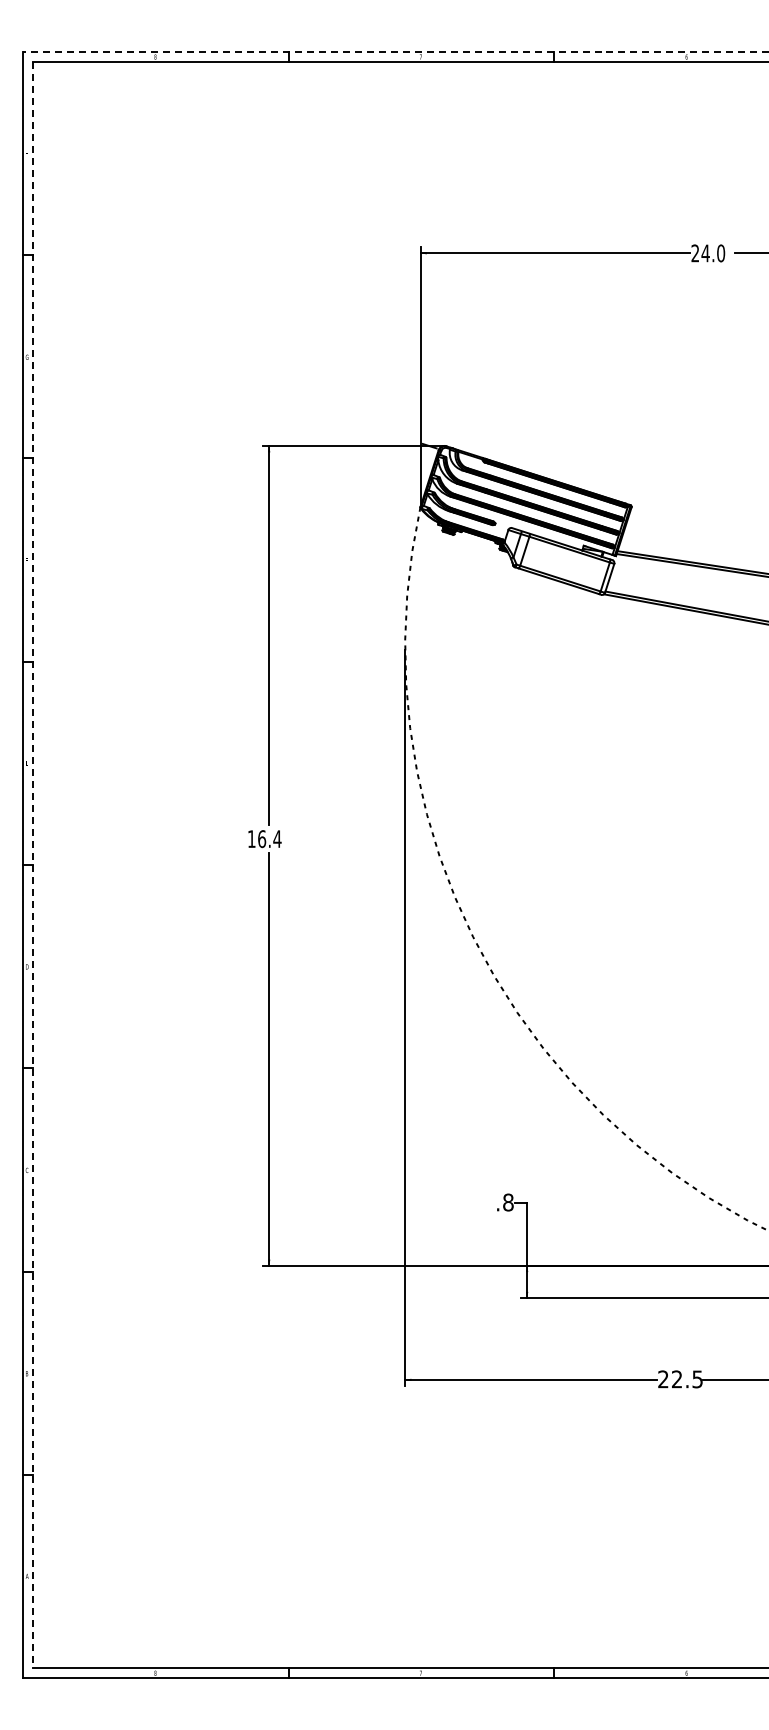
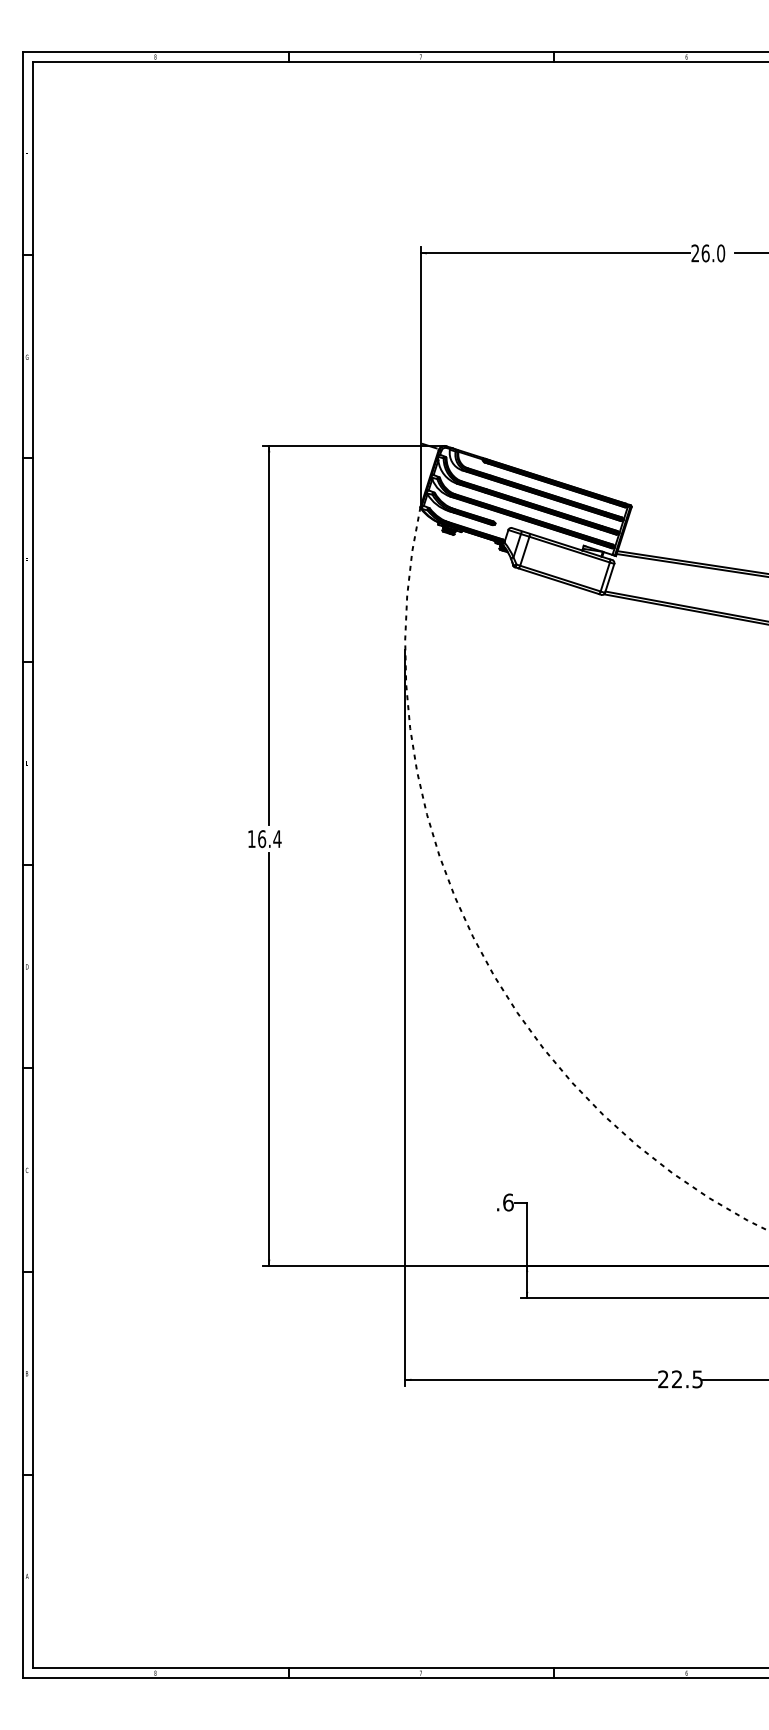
line at (395, 51): dashed -> solid
text at (705, 253): 24.0 -> 26.0
line at (32, 865): dashed -> solid
text at (508, 1202): .8 -> .6
